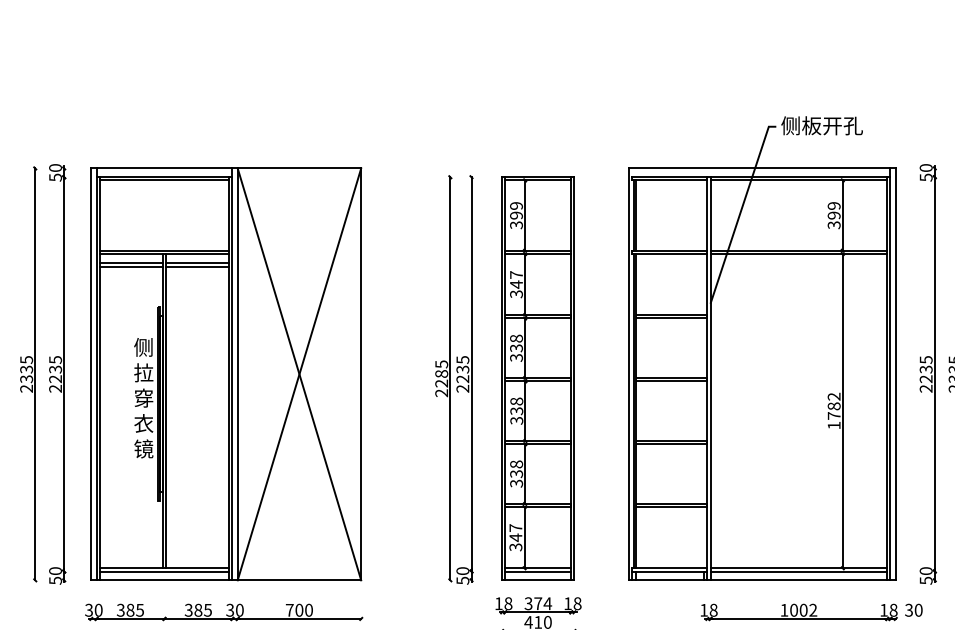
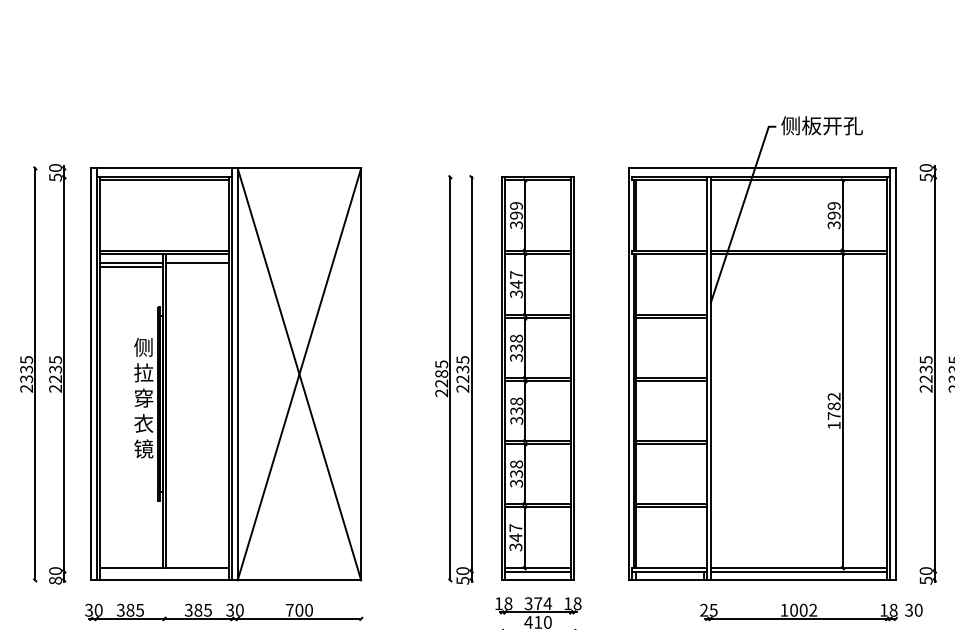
line at (197, 267): present -> none
line at (164, 571): present -> none
text at (55, 580): 50 -> 80
text at (708, 609): 18 -> 25
